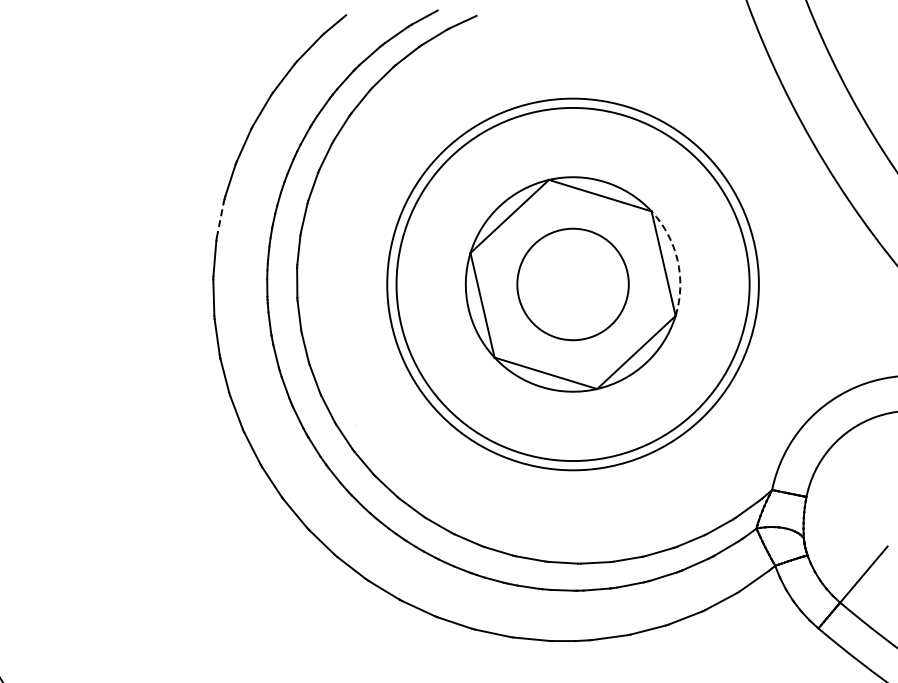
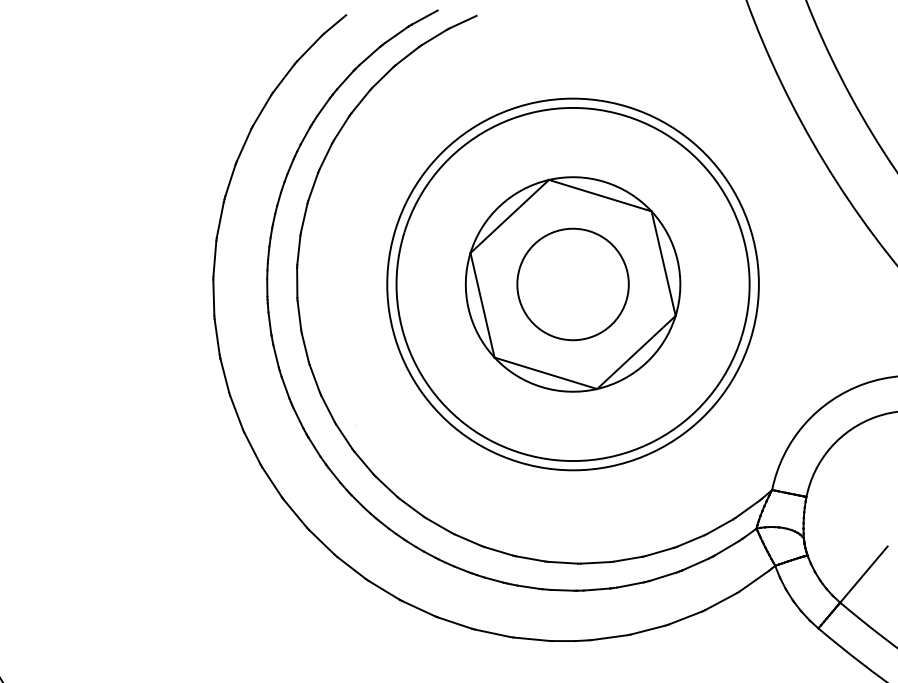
line at (220, 219): dashed -> solid
arc at (677, 260): dashed -> solid
